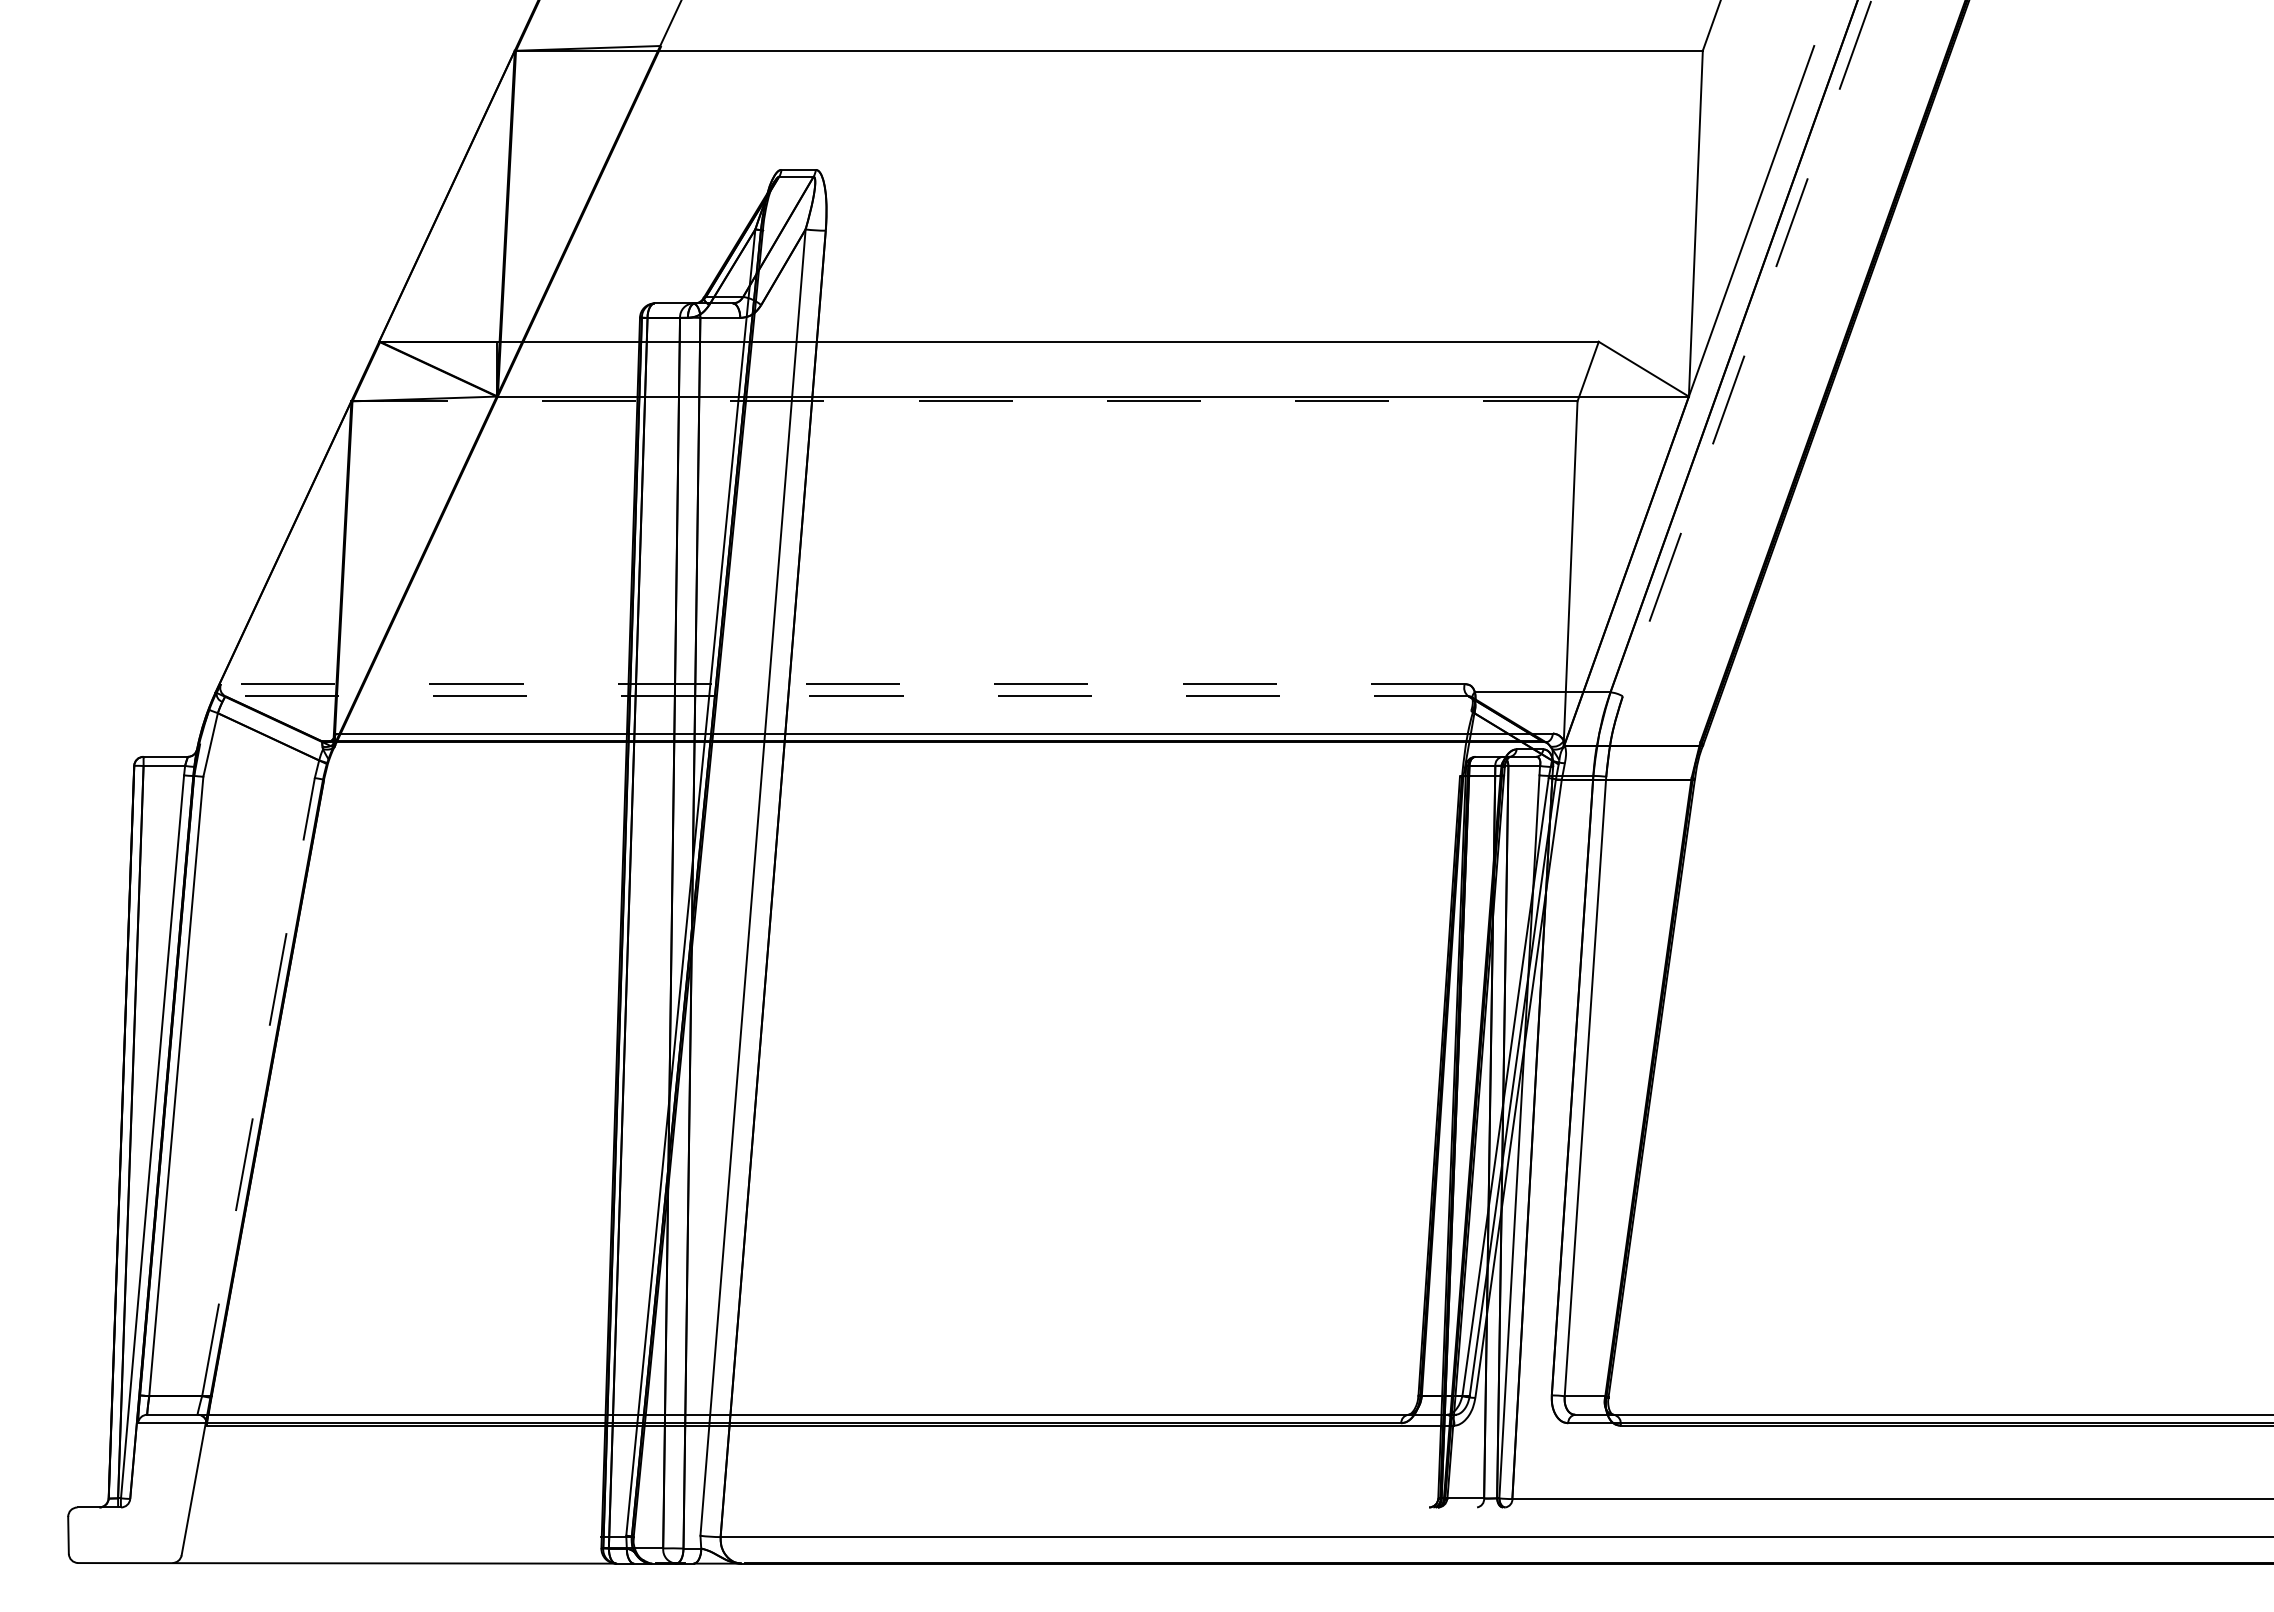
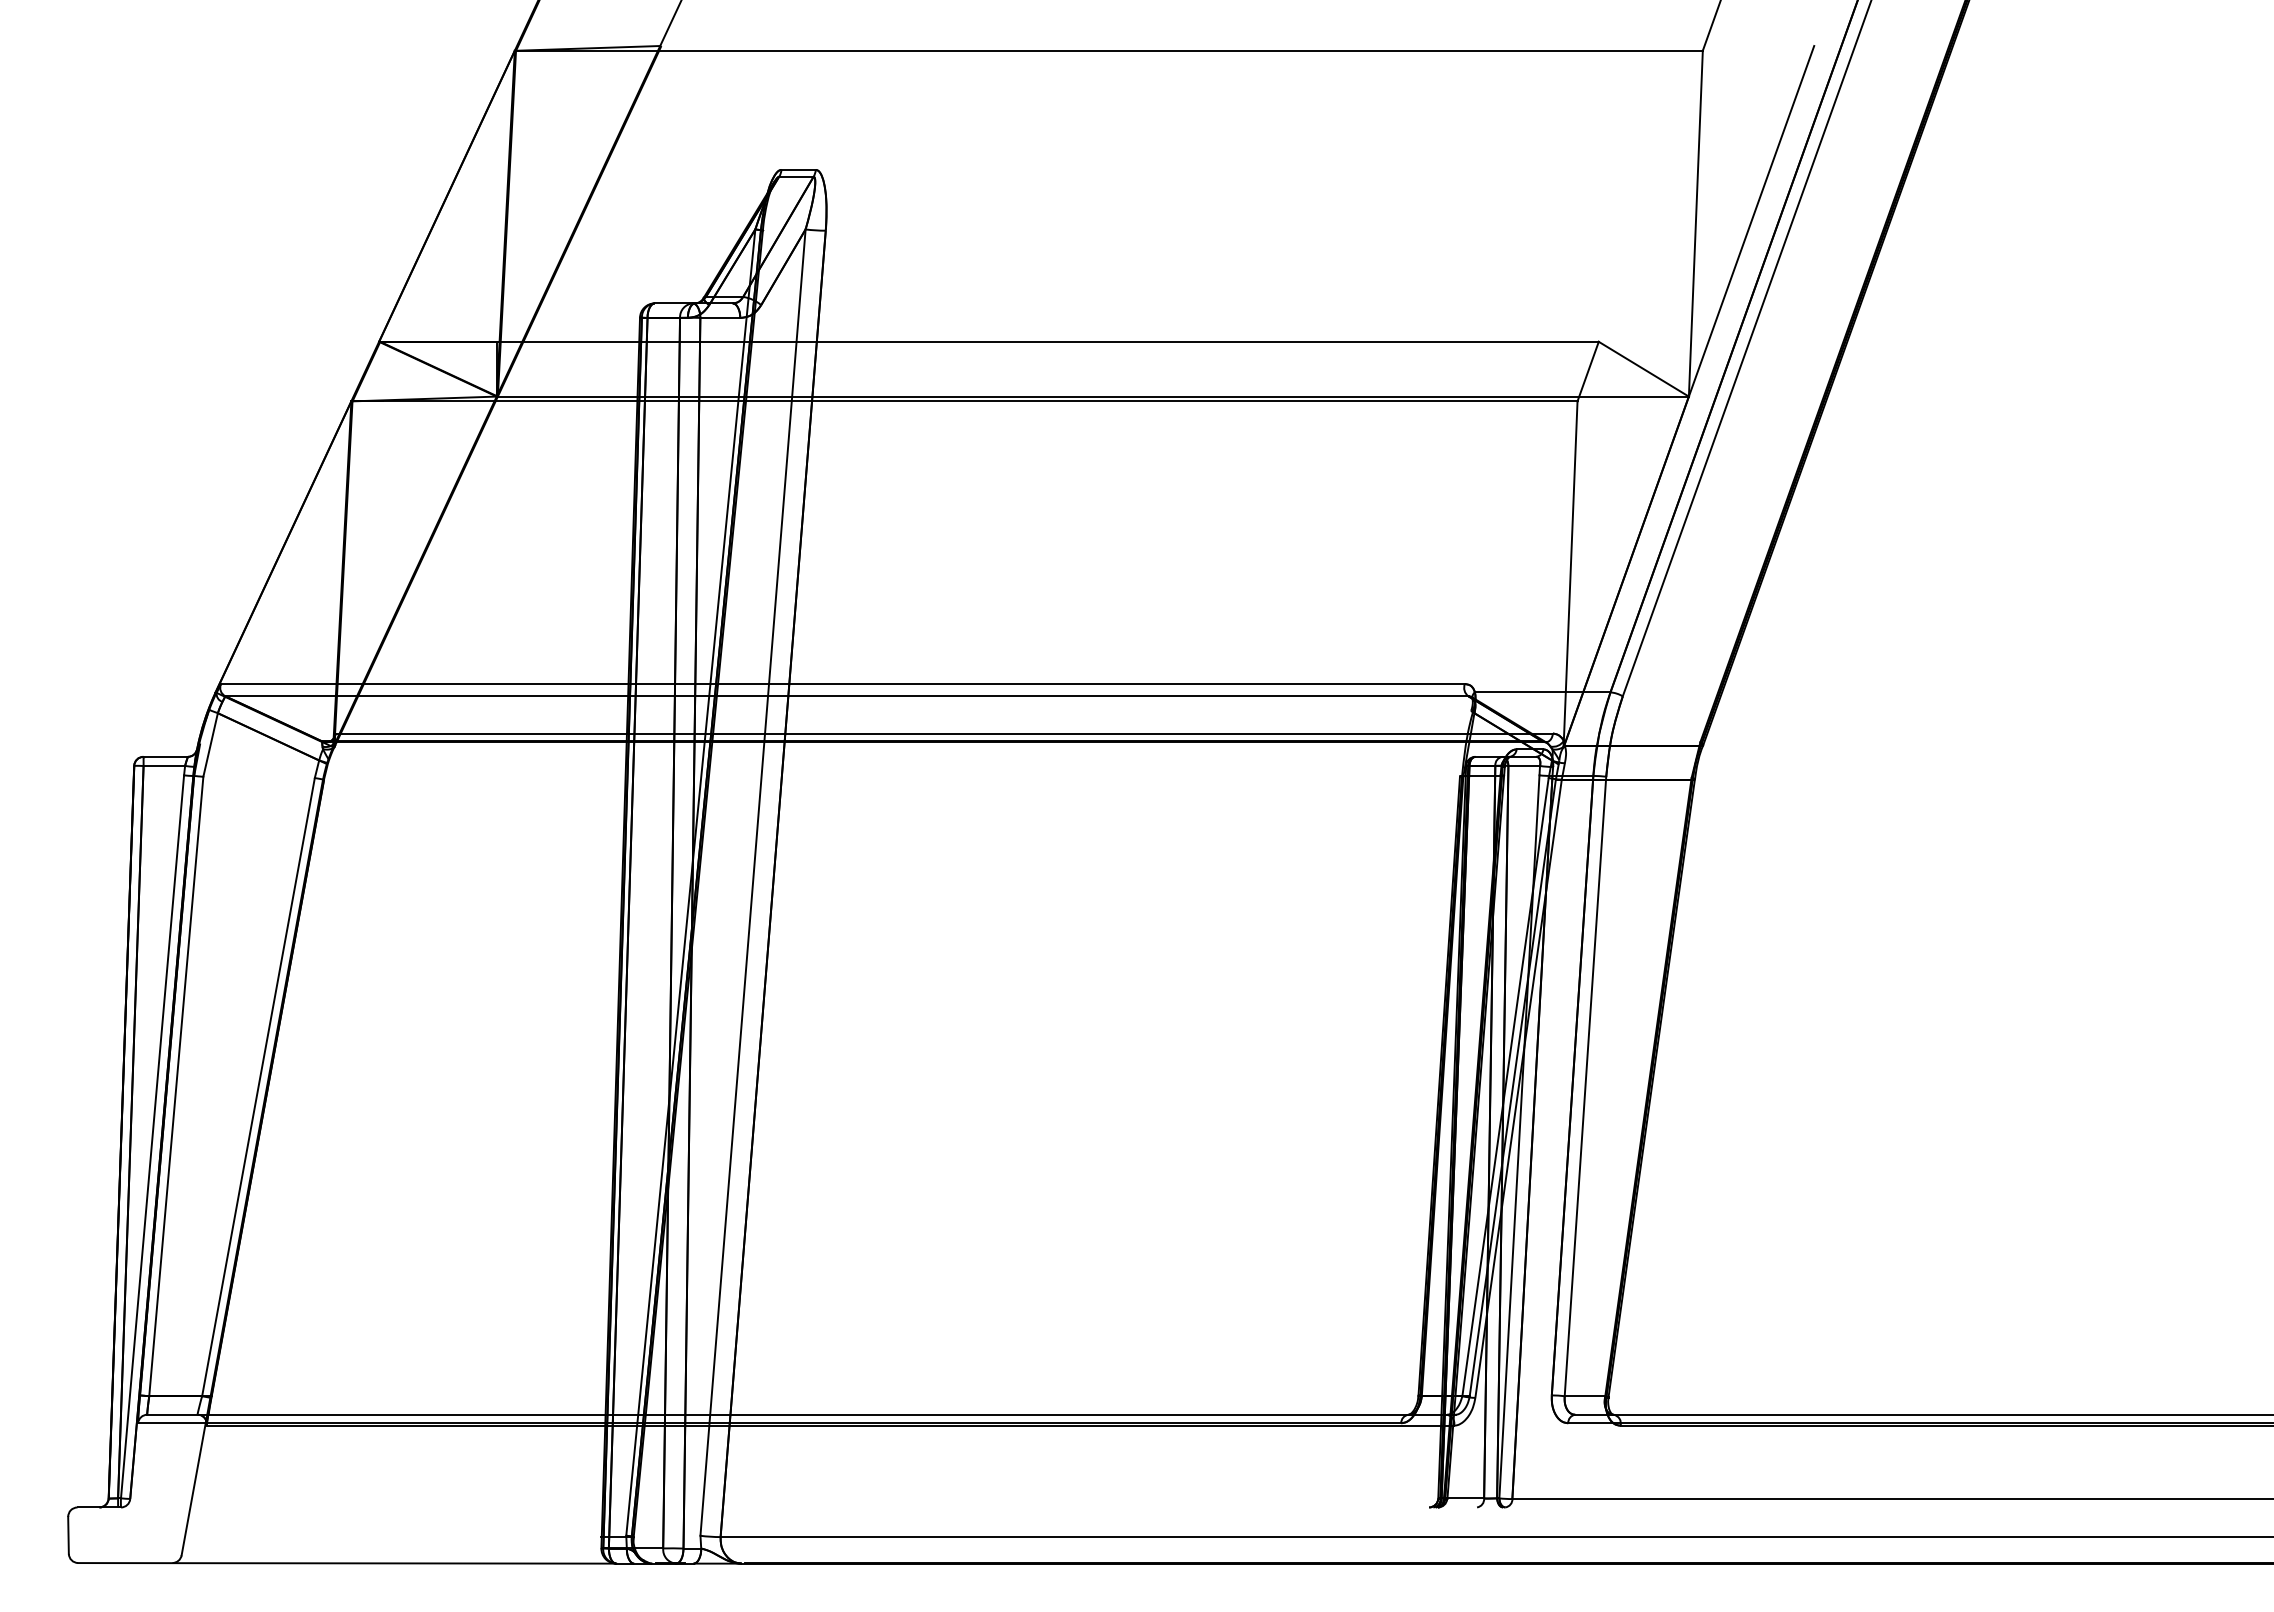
line at (1746, 349): dashed -> solid
line at (965, 401): dashed -> solid
line at (843, 684): dashed -> solid
line at (846, 696): dashed -> solid
line at (258, 1086): dashed -> solid
